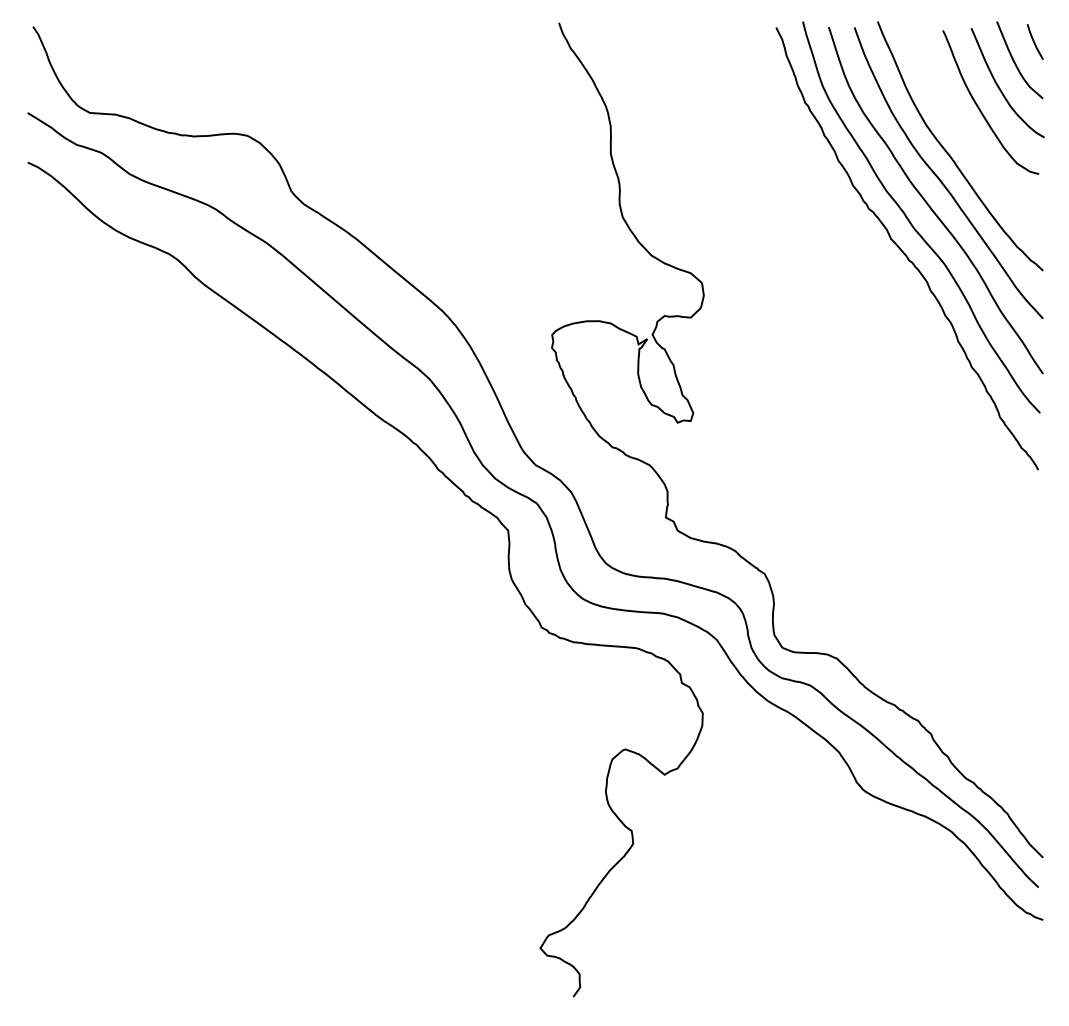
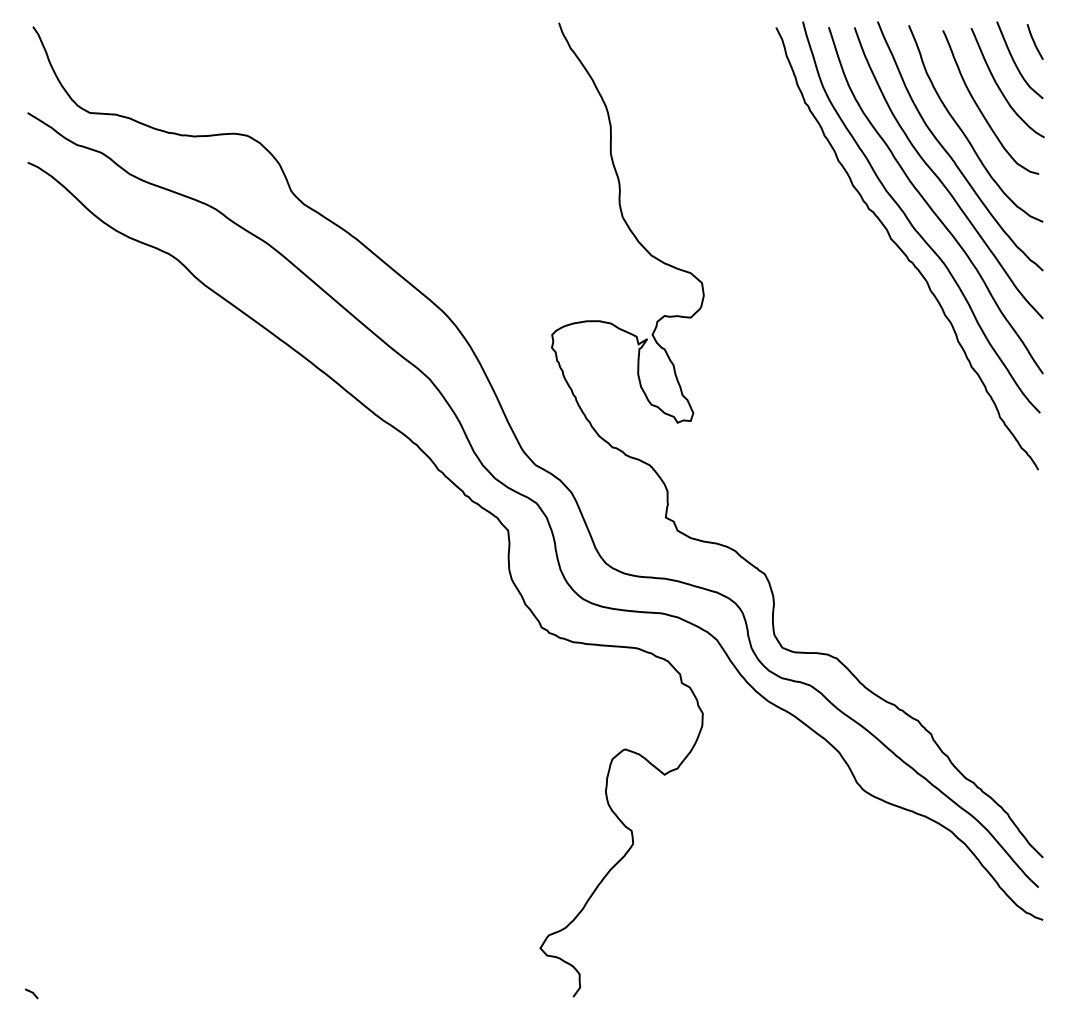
curve at (964, 132): none -> present
line at (31, 993): none -> present
